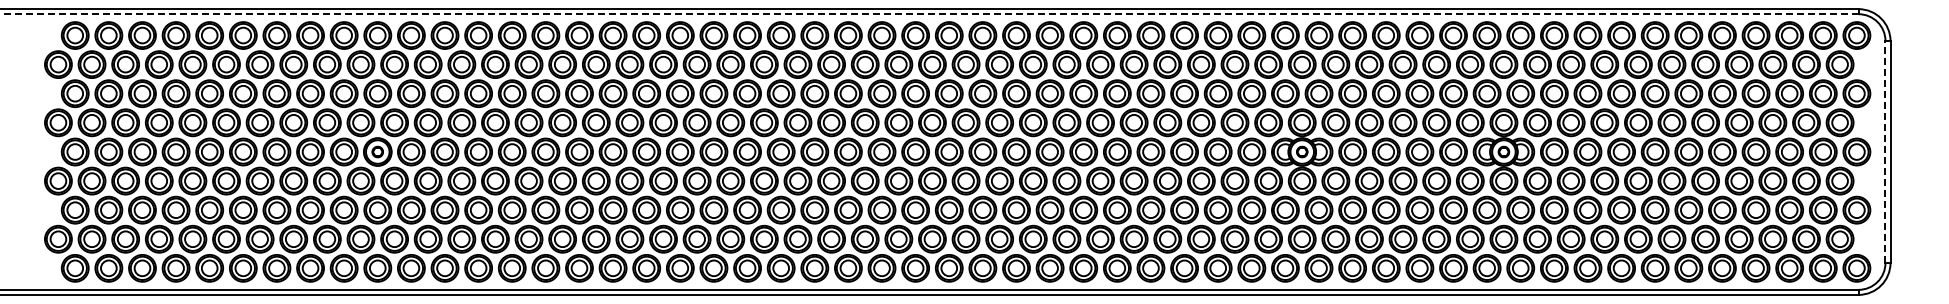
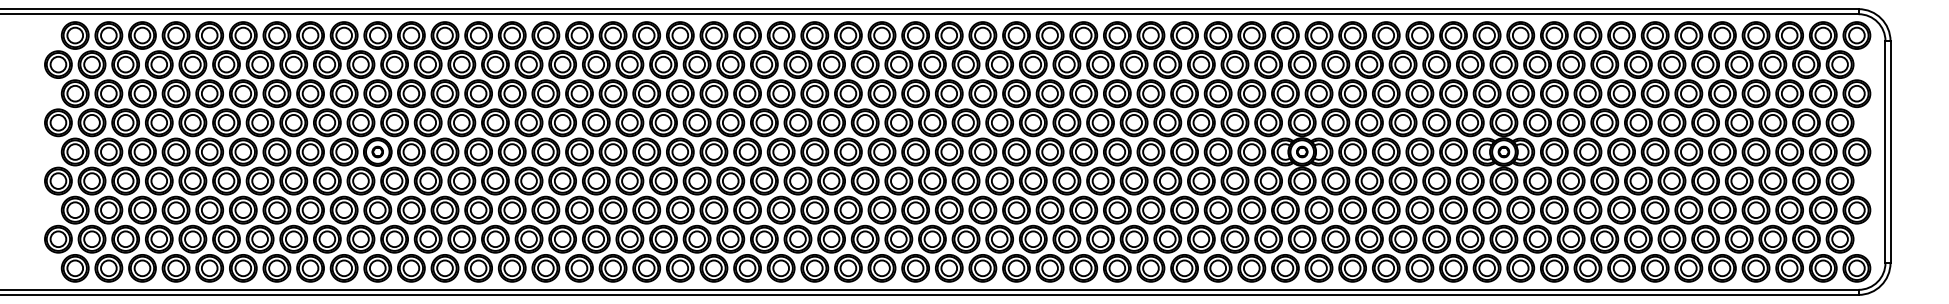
line at (929, 14): dashed -> solid
line at (1885, 152): dashed -> solid
